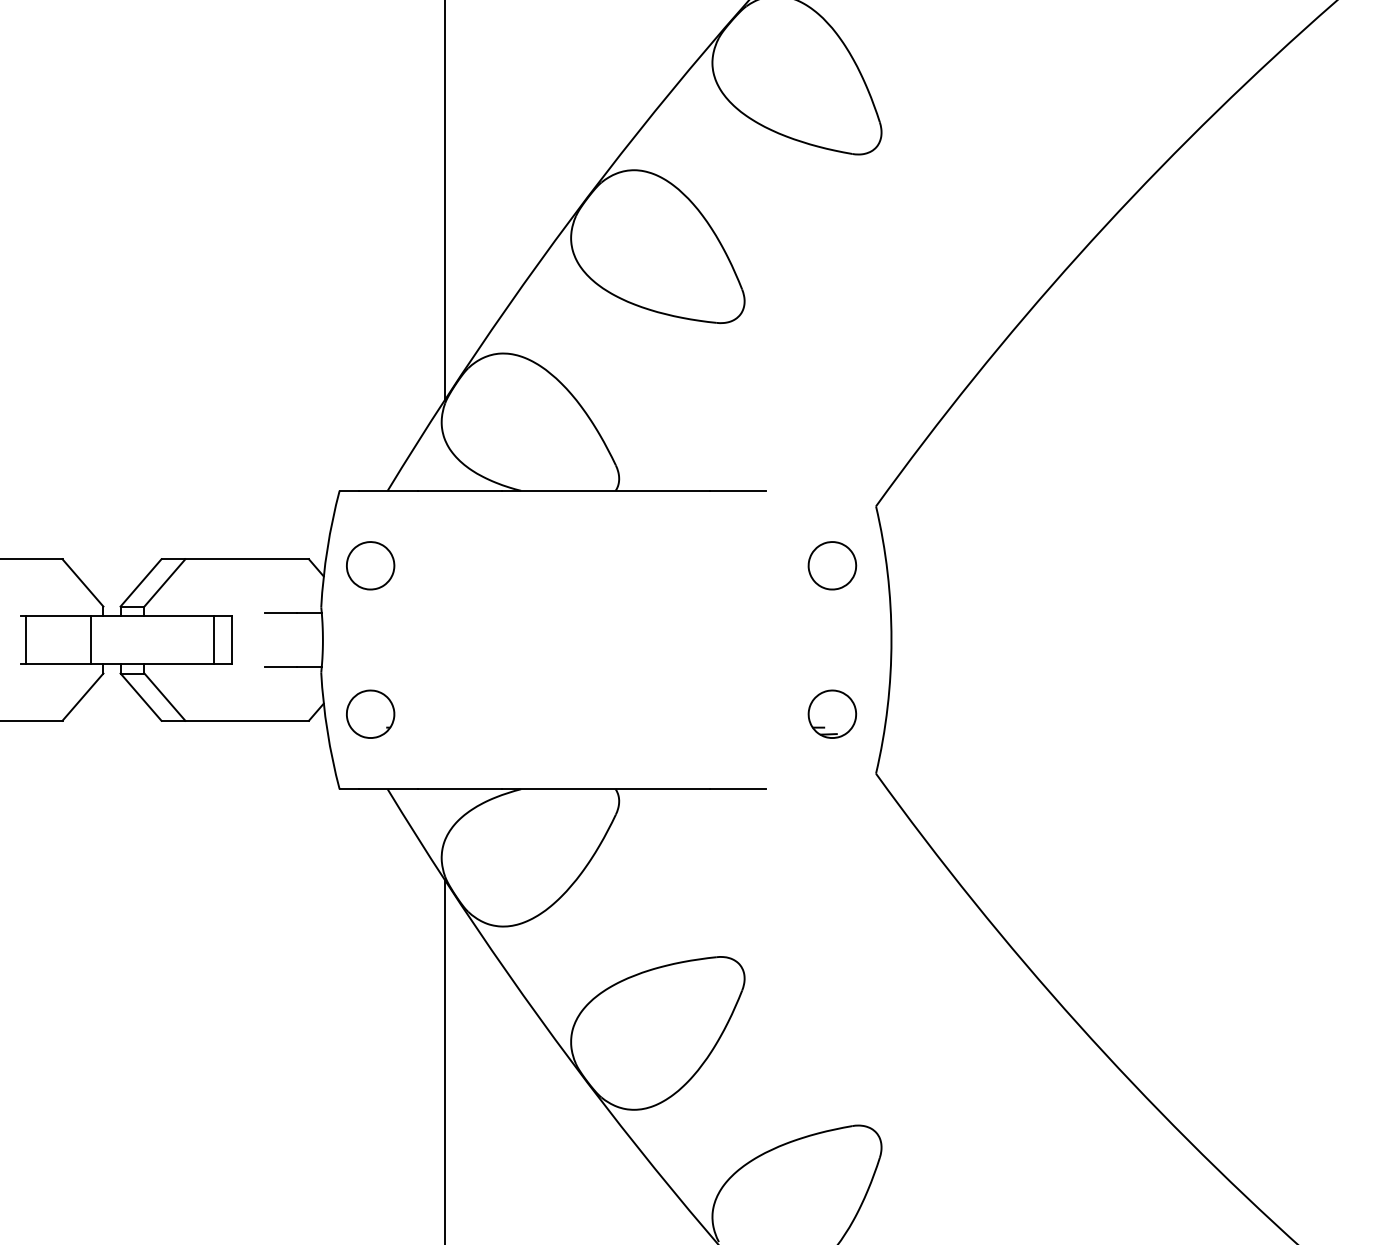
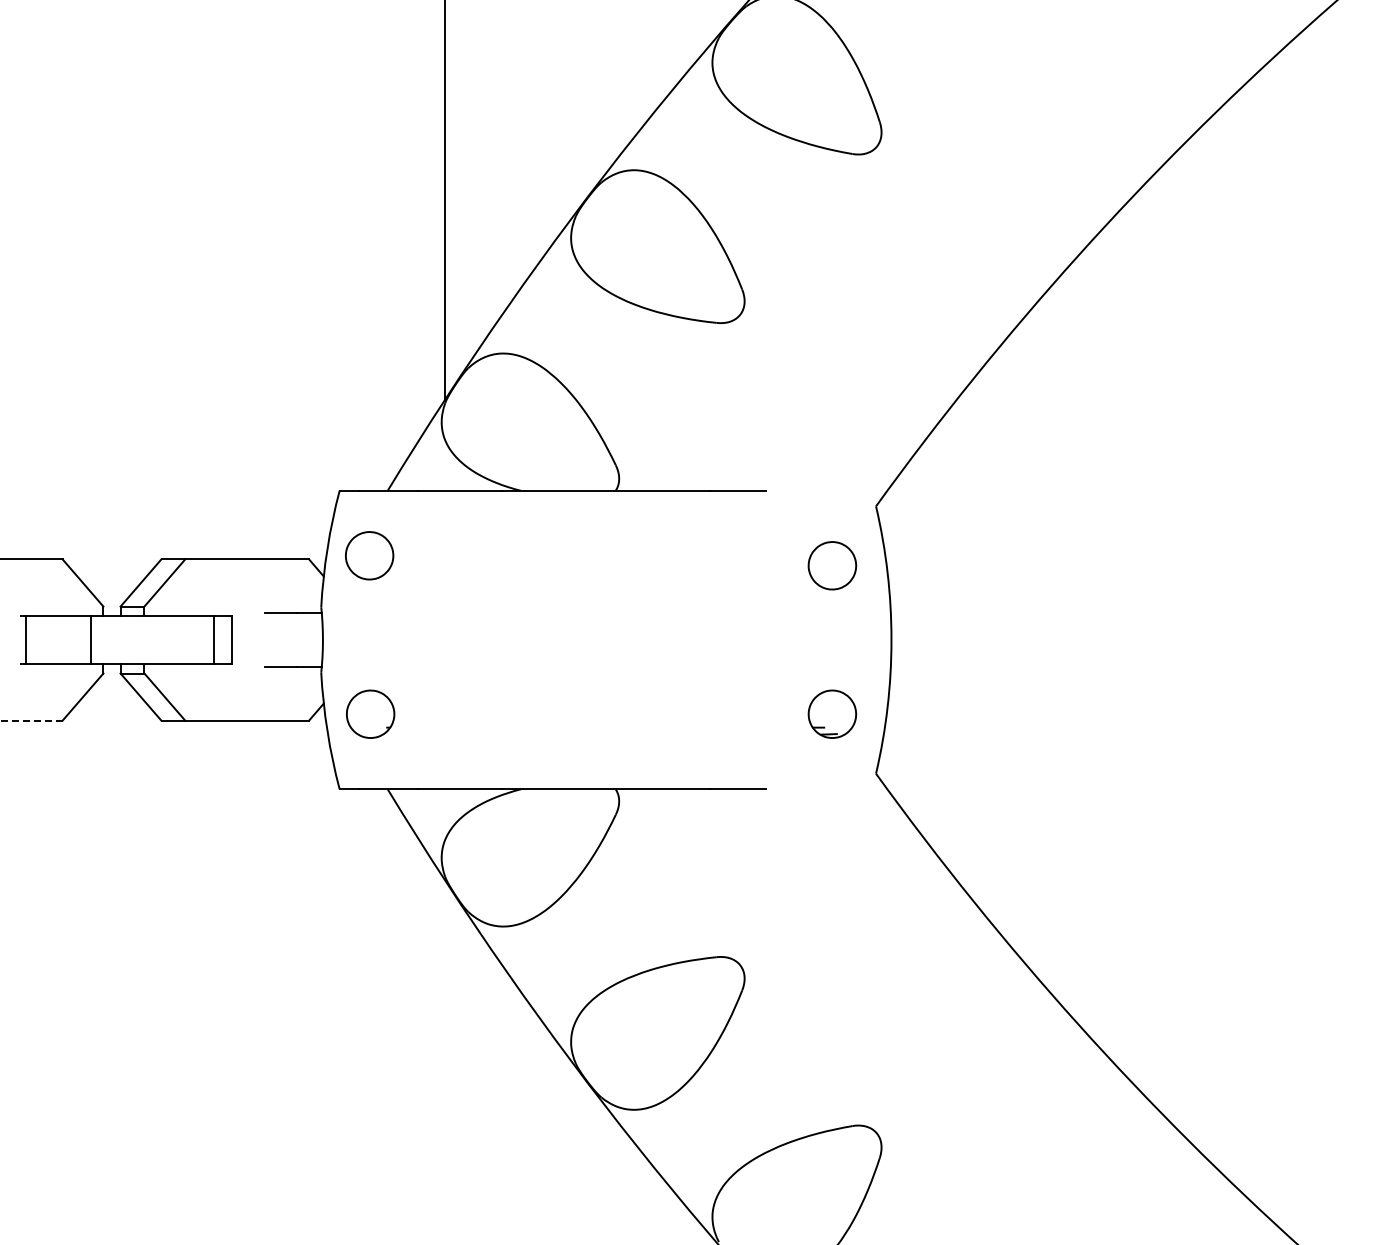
part at (370, 565) position: (370, 565) -> (369, 555)
line at (31, 720): solid -> dashed
line at (444, 1060): present -> none
